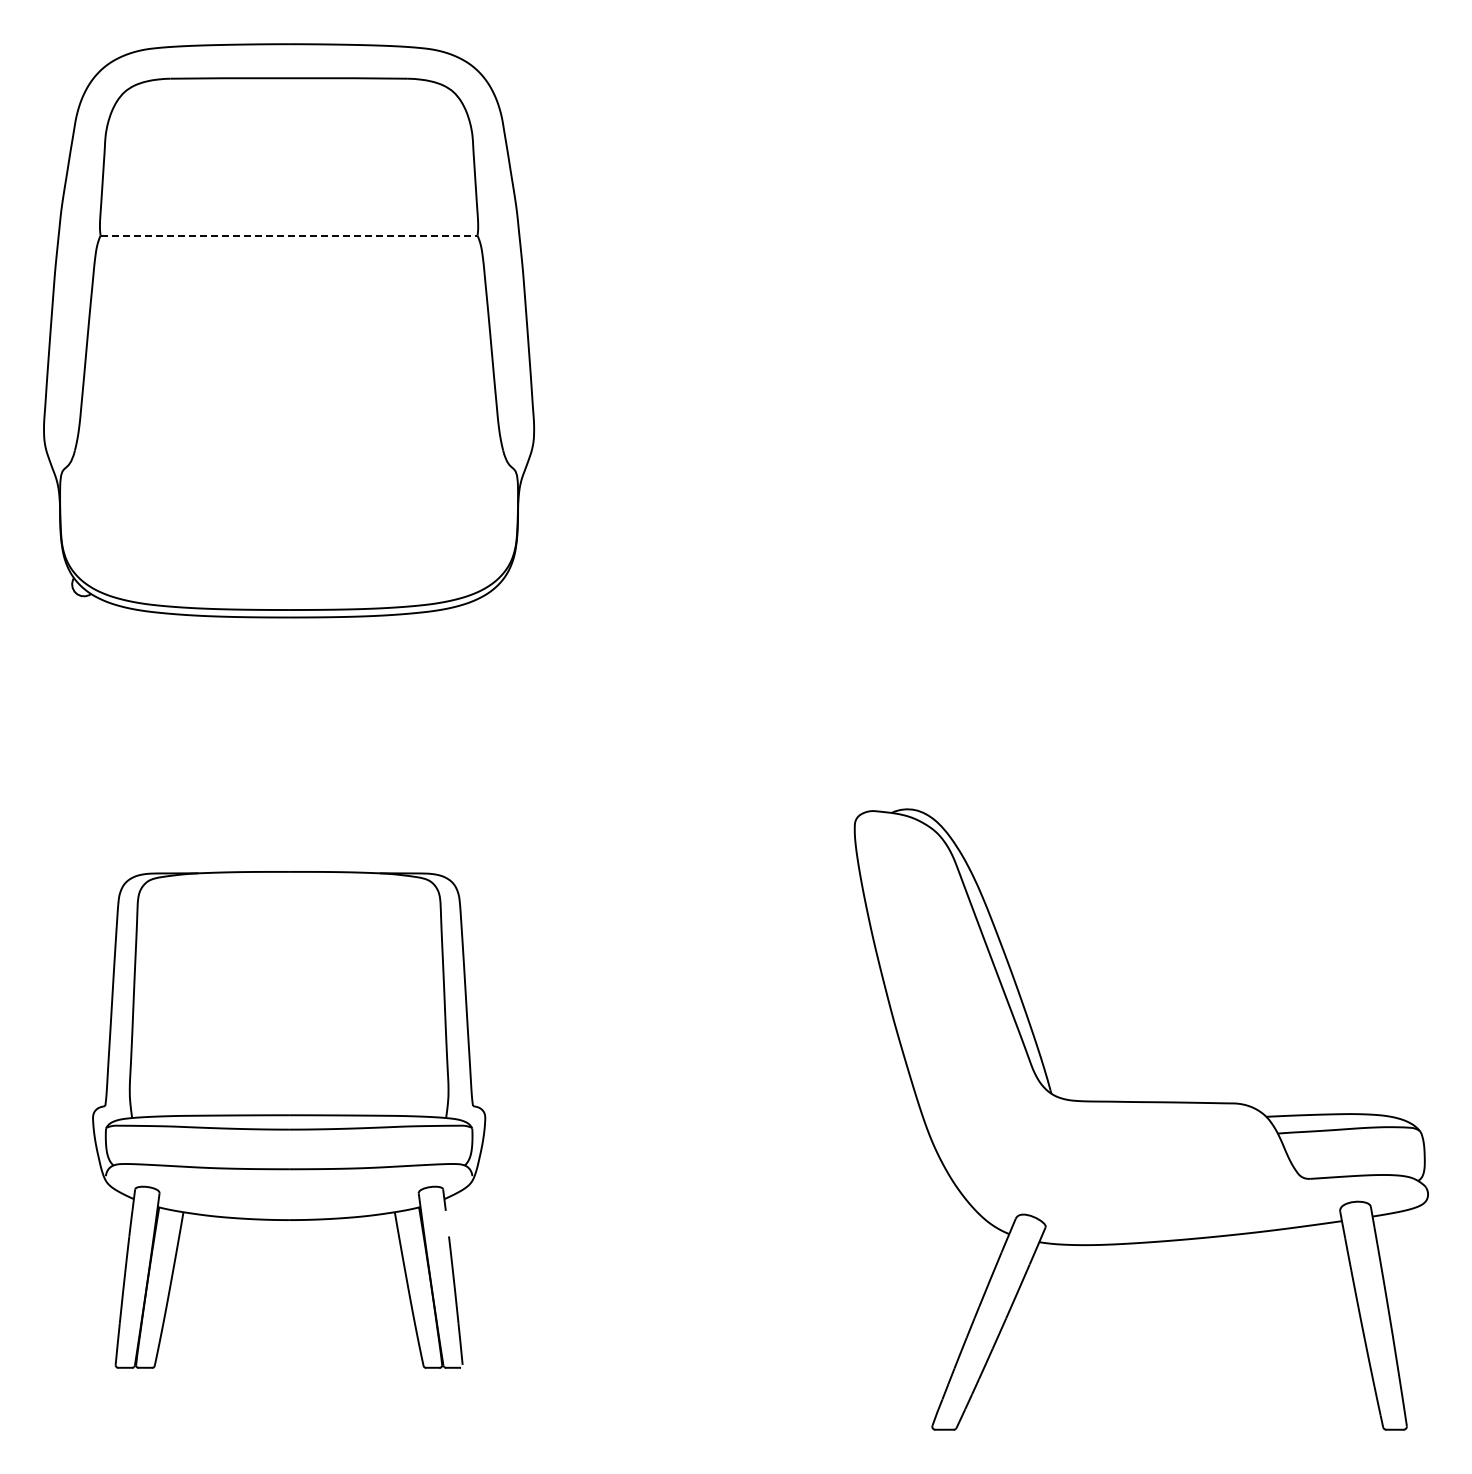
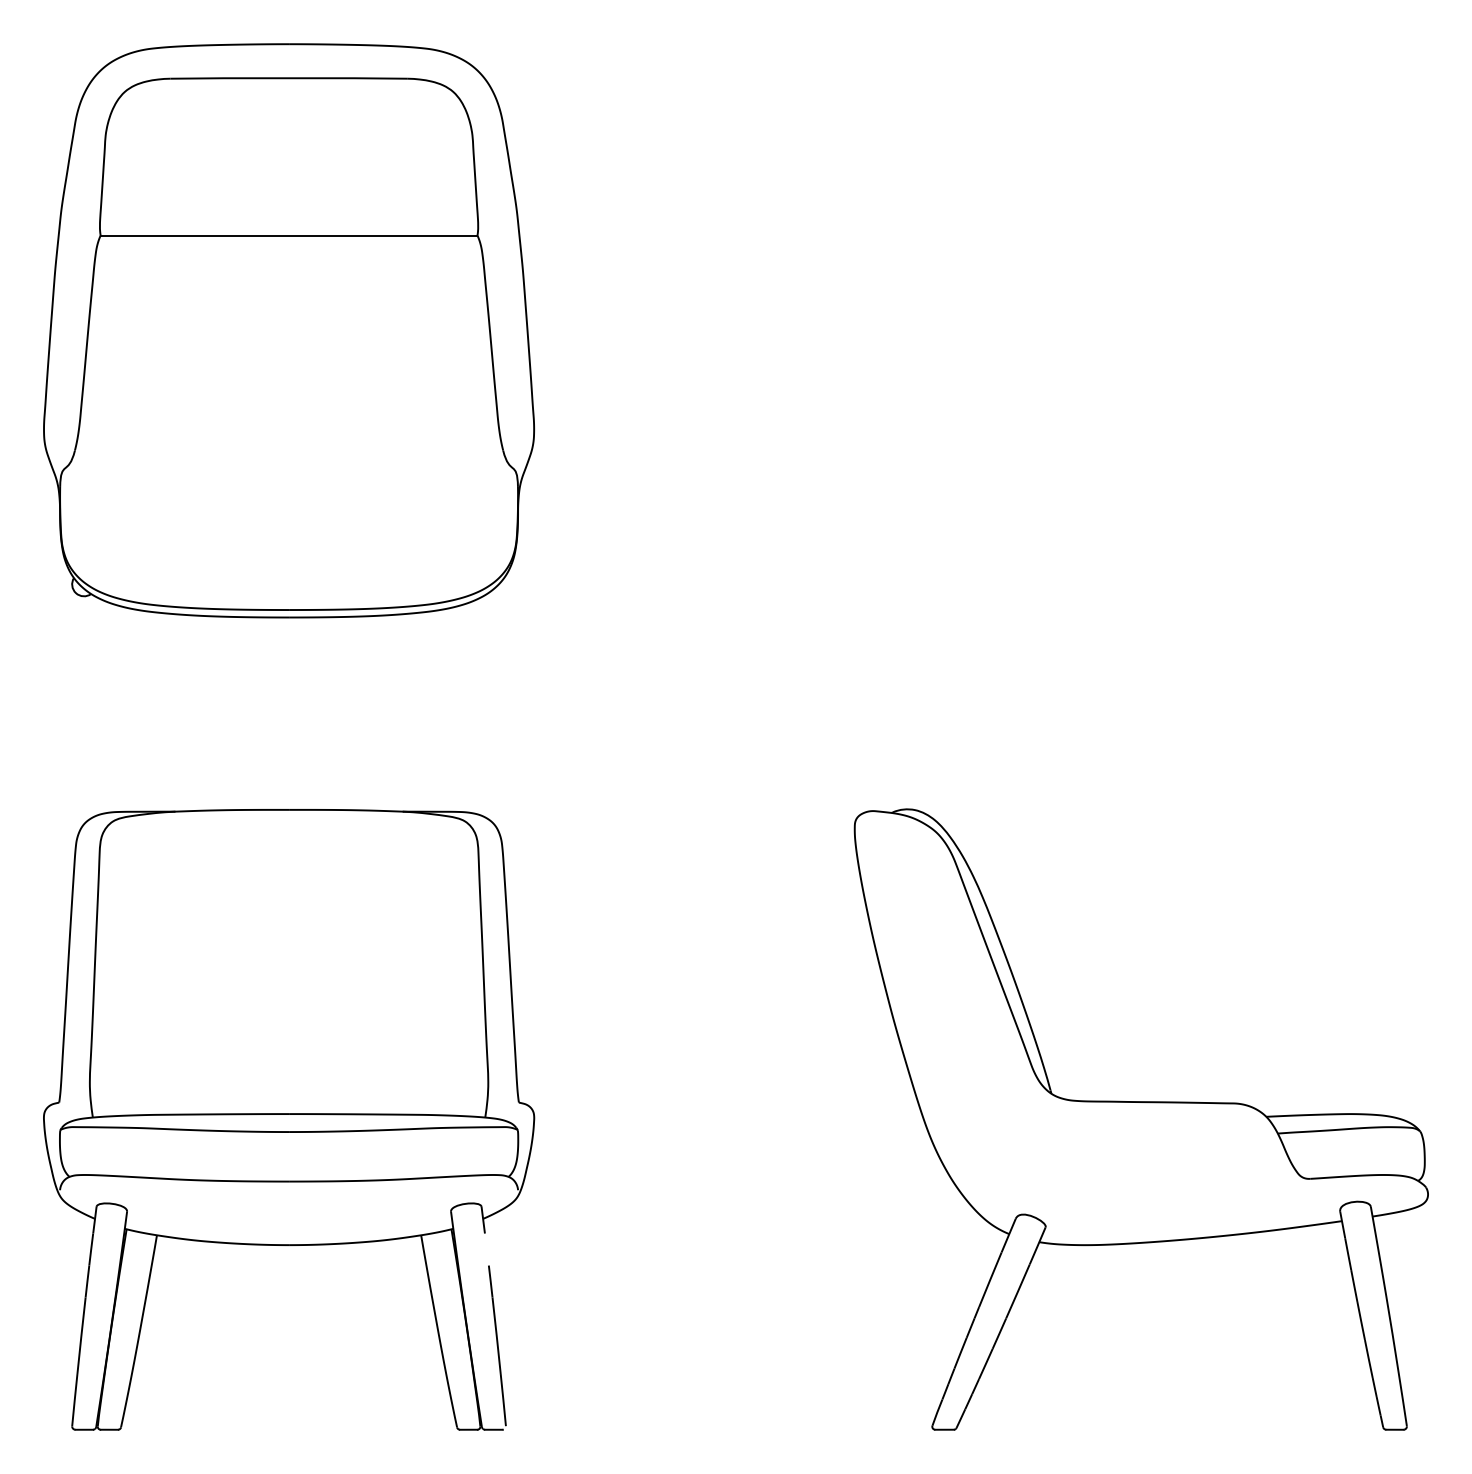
line at (289, 235): dashed -> solid
part at (289, 1119) size: 395x498 px -> 493x622 px
